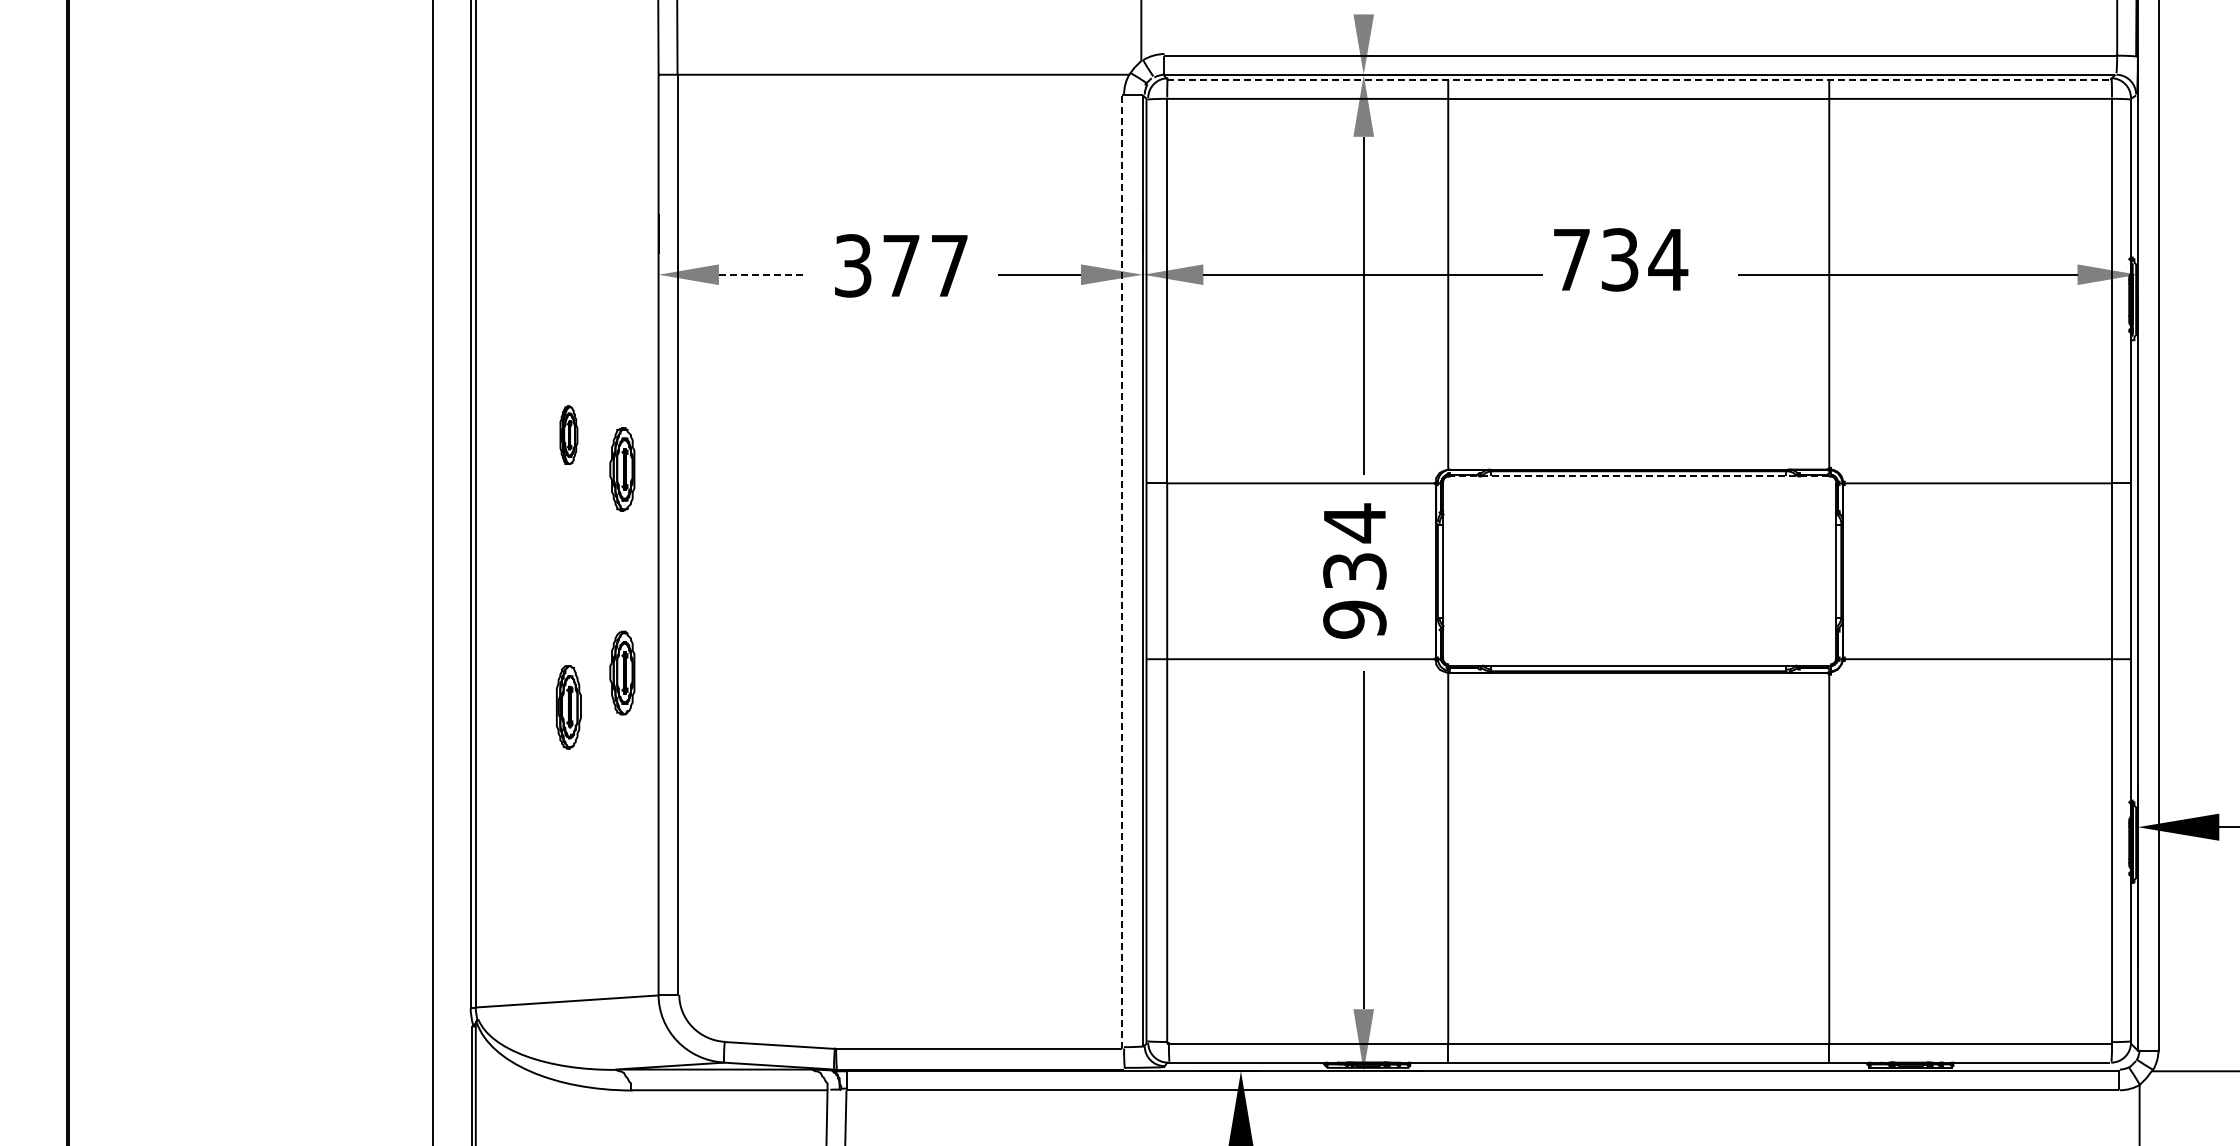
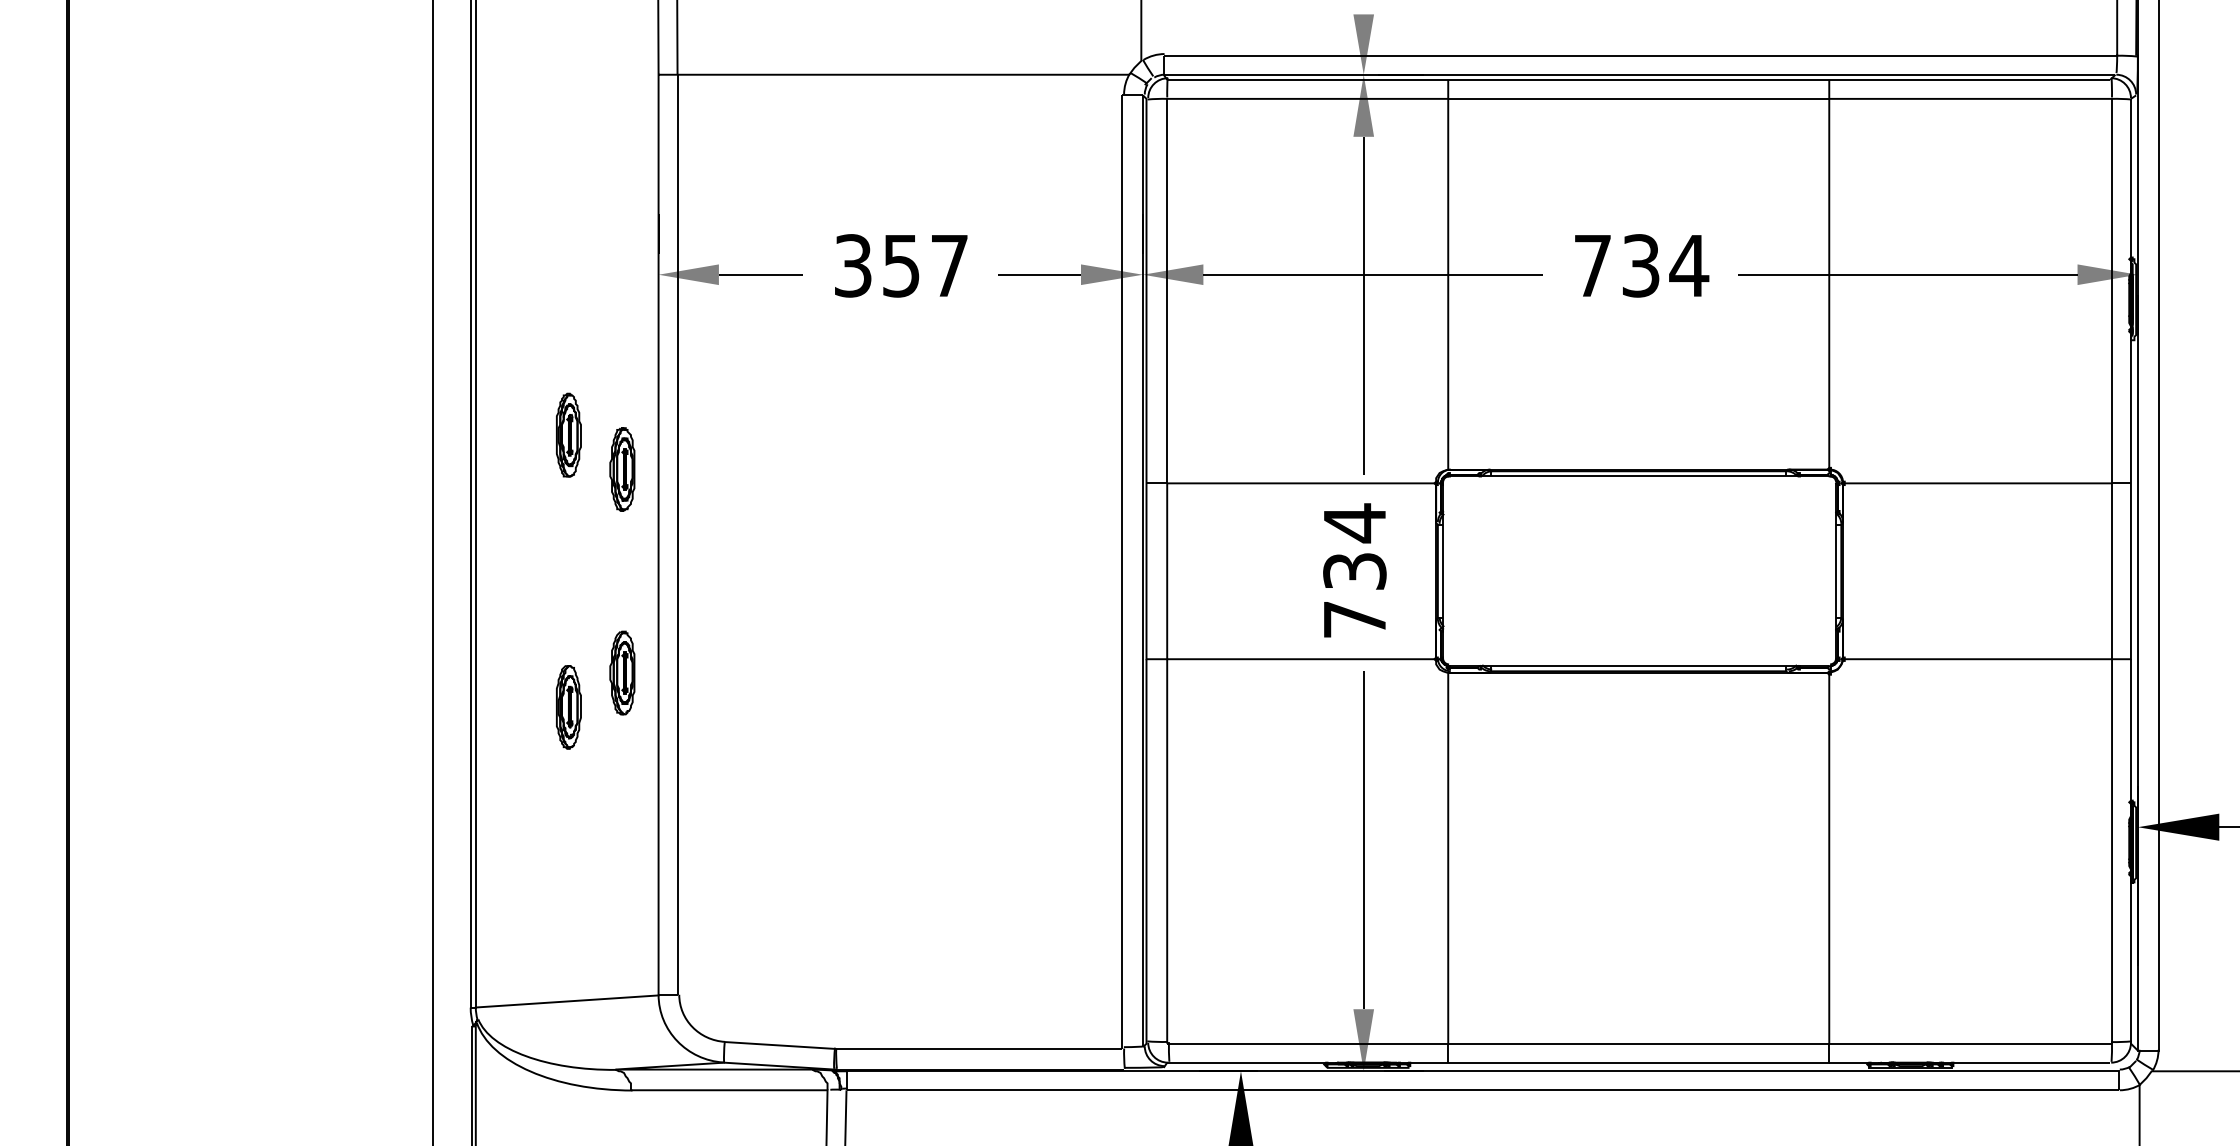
line at (1638, 79): dashed -> solid
text at (1621, 259) position: (1621, 259) -> (1642, 265)
text at (901, 266): 377 -> 357
line at (761, 274): dashed -> solid
part at (568, 434) size: 20x60 px -> 26x86 px
line at (1638, 476): dashed -> solid
line at (1122, 572): dashed -> solid
text at (1354, 619): 934 -> 734
